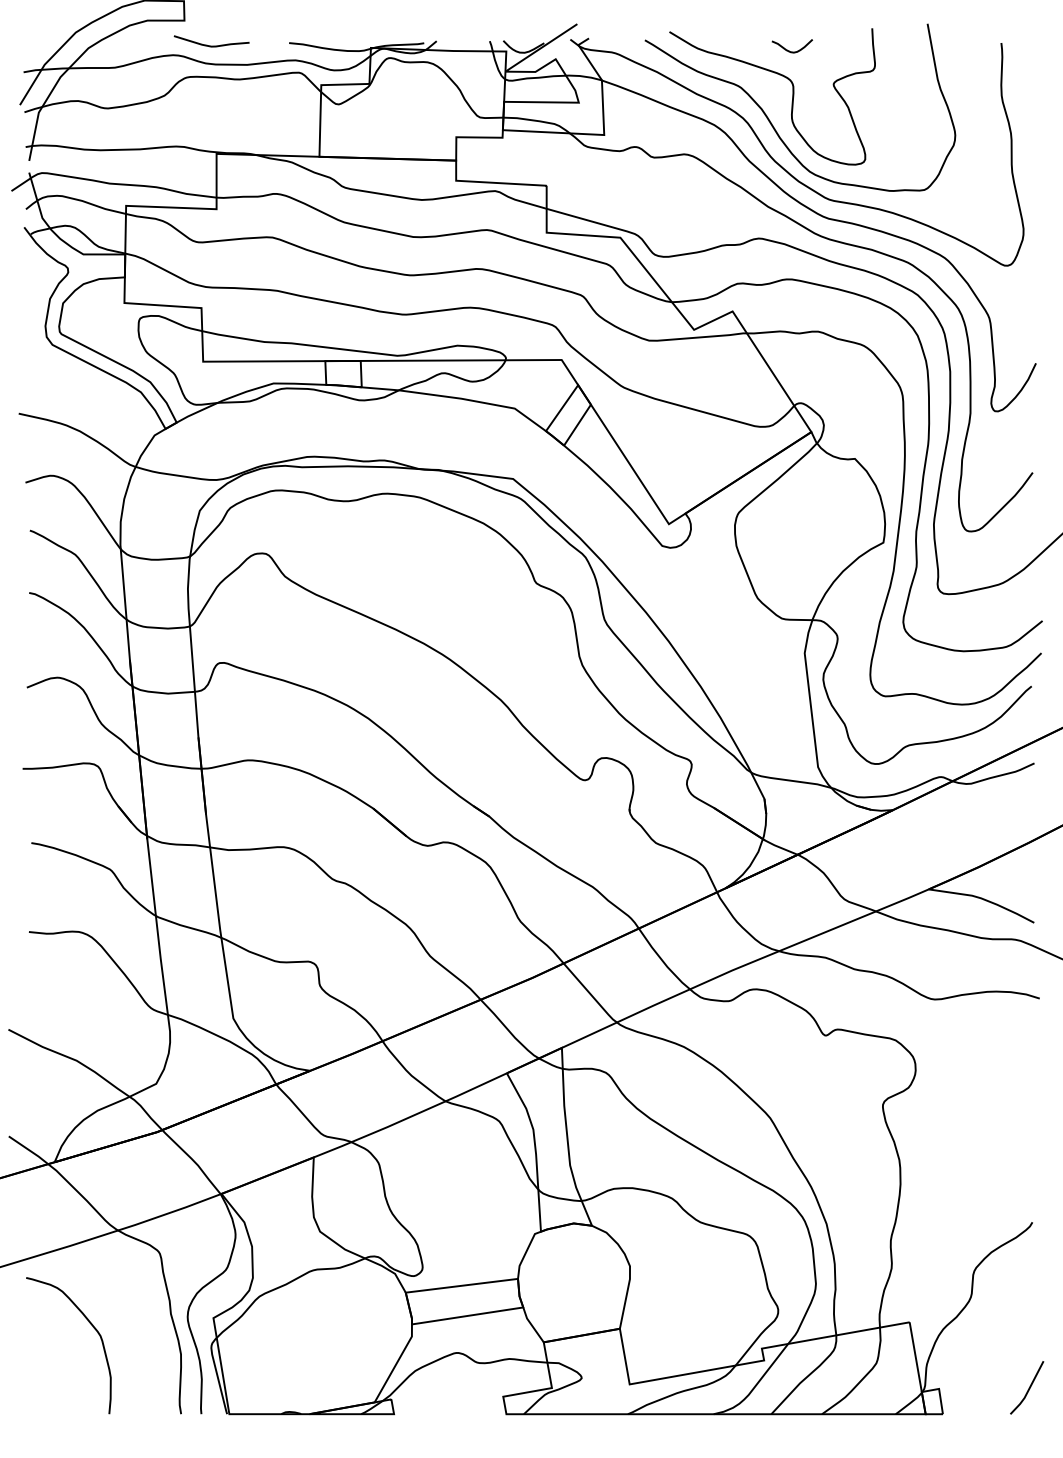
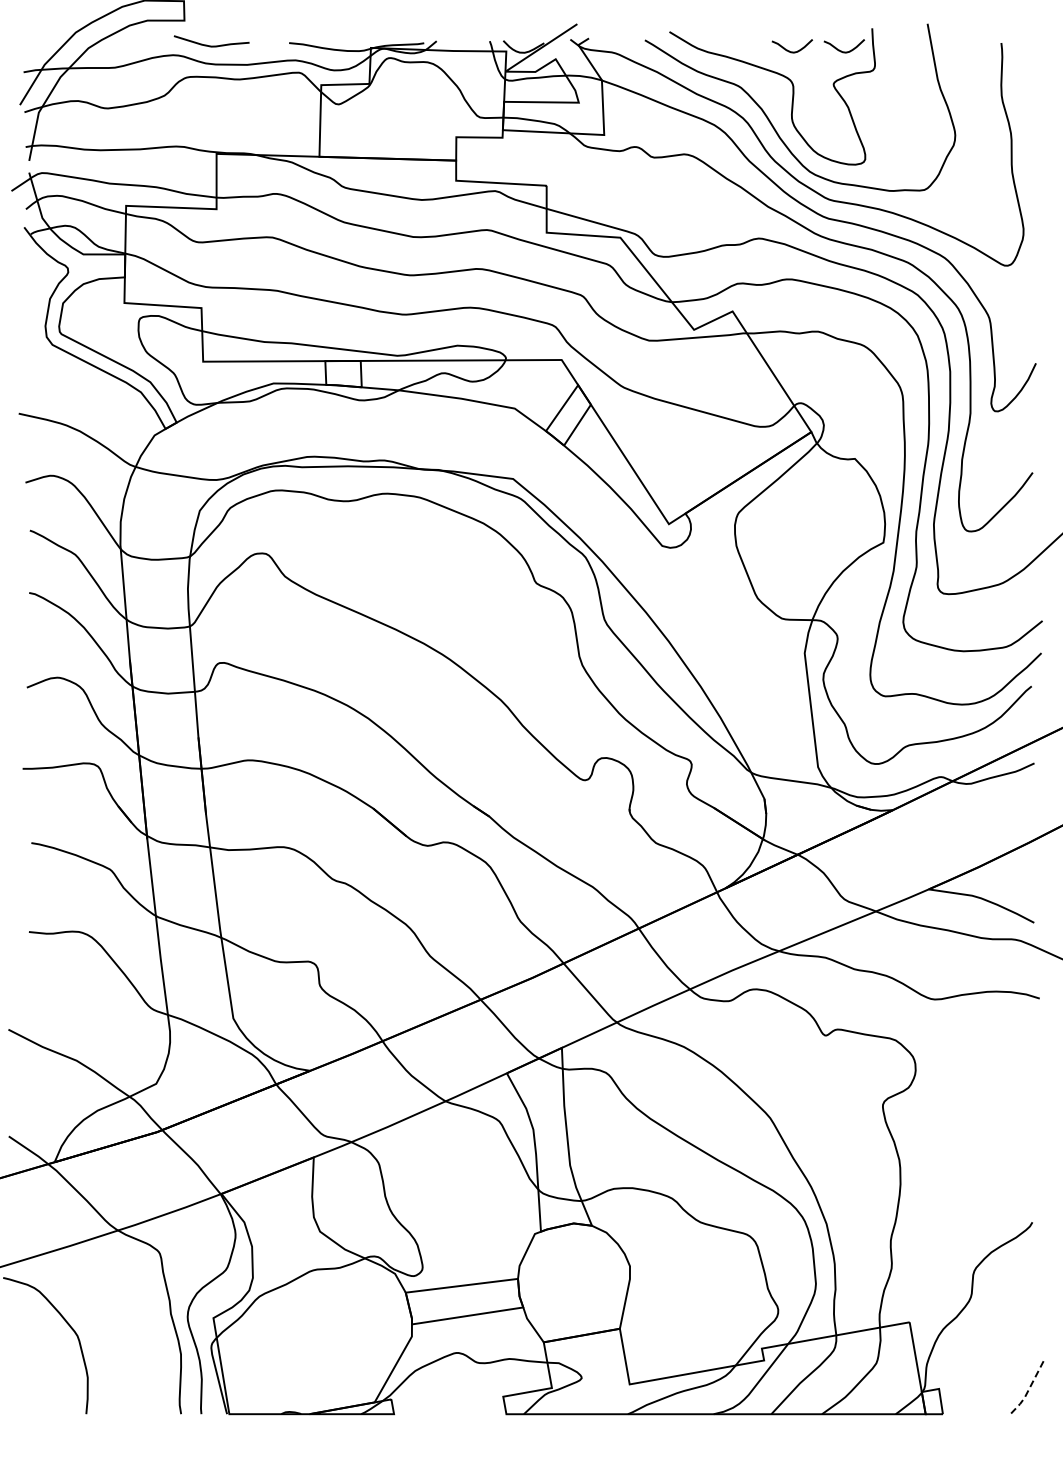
curve at (841, 50): none -> present
curve at (93, 1328) position: (93, 1328) -> (70, 1328)
line at (1028, 1390): solid -> dashed
